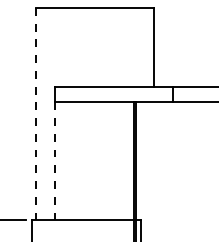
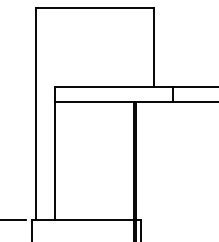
line at (35, 114): dashed -> solid
line at (55, 161): dashed -> solid
